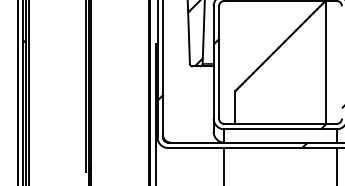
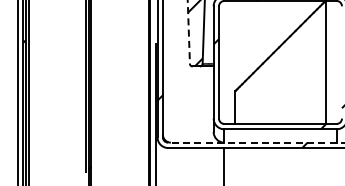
line at (188, 32): solid -> dashed
line at (255, 142): solid -> dashed
line at (337, 165): present -> none
